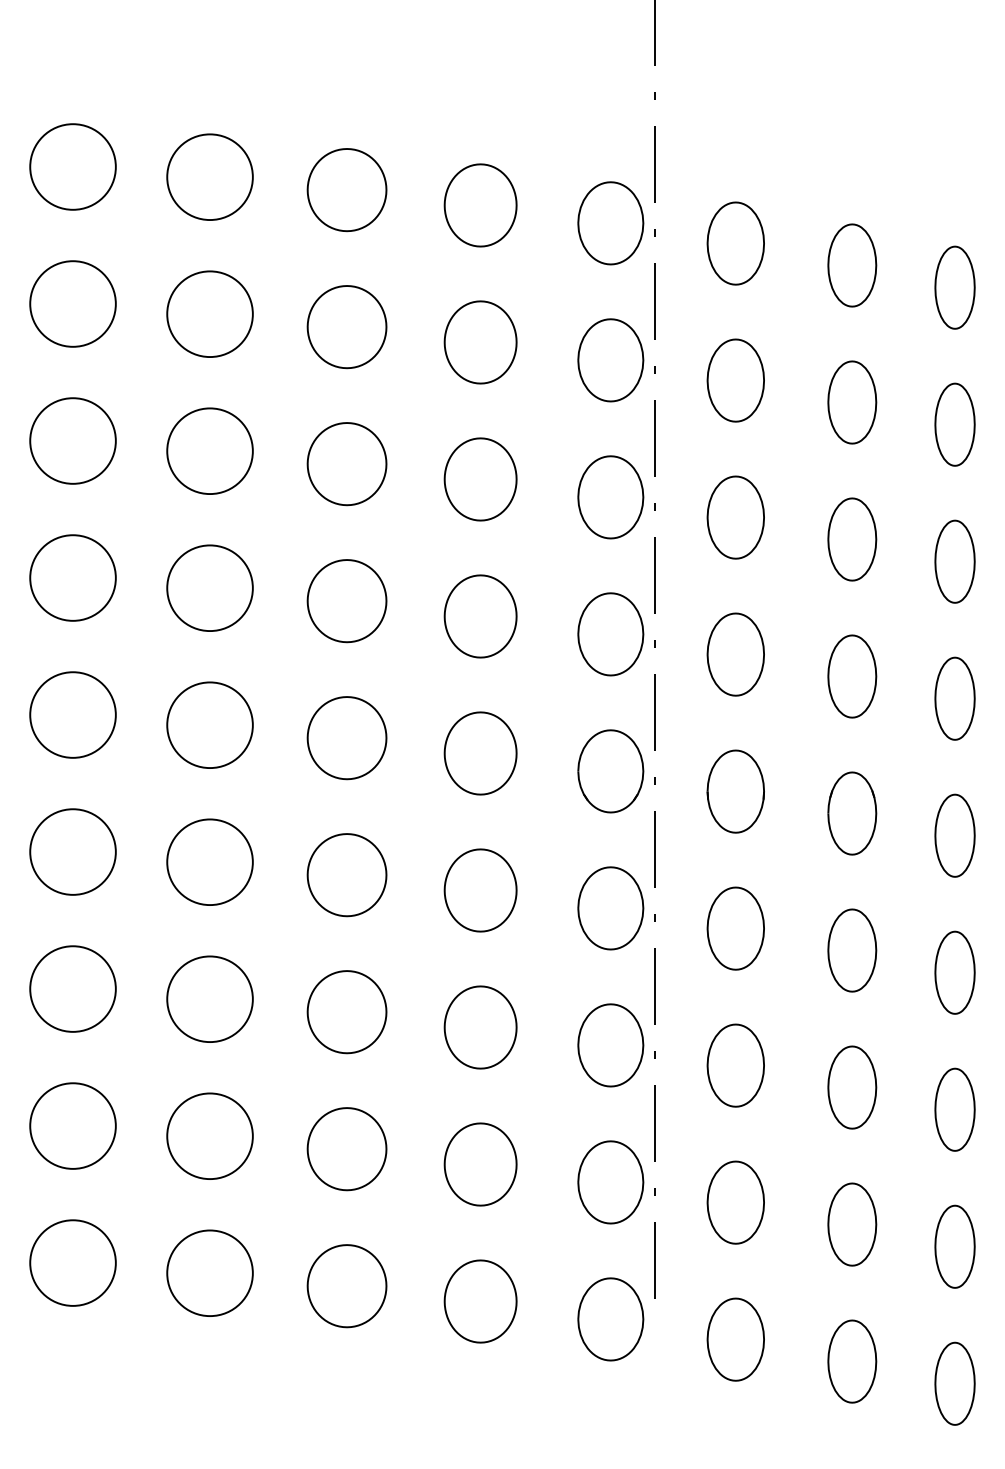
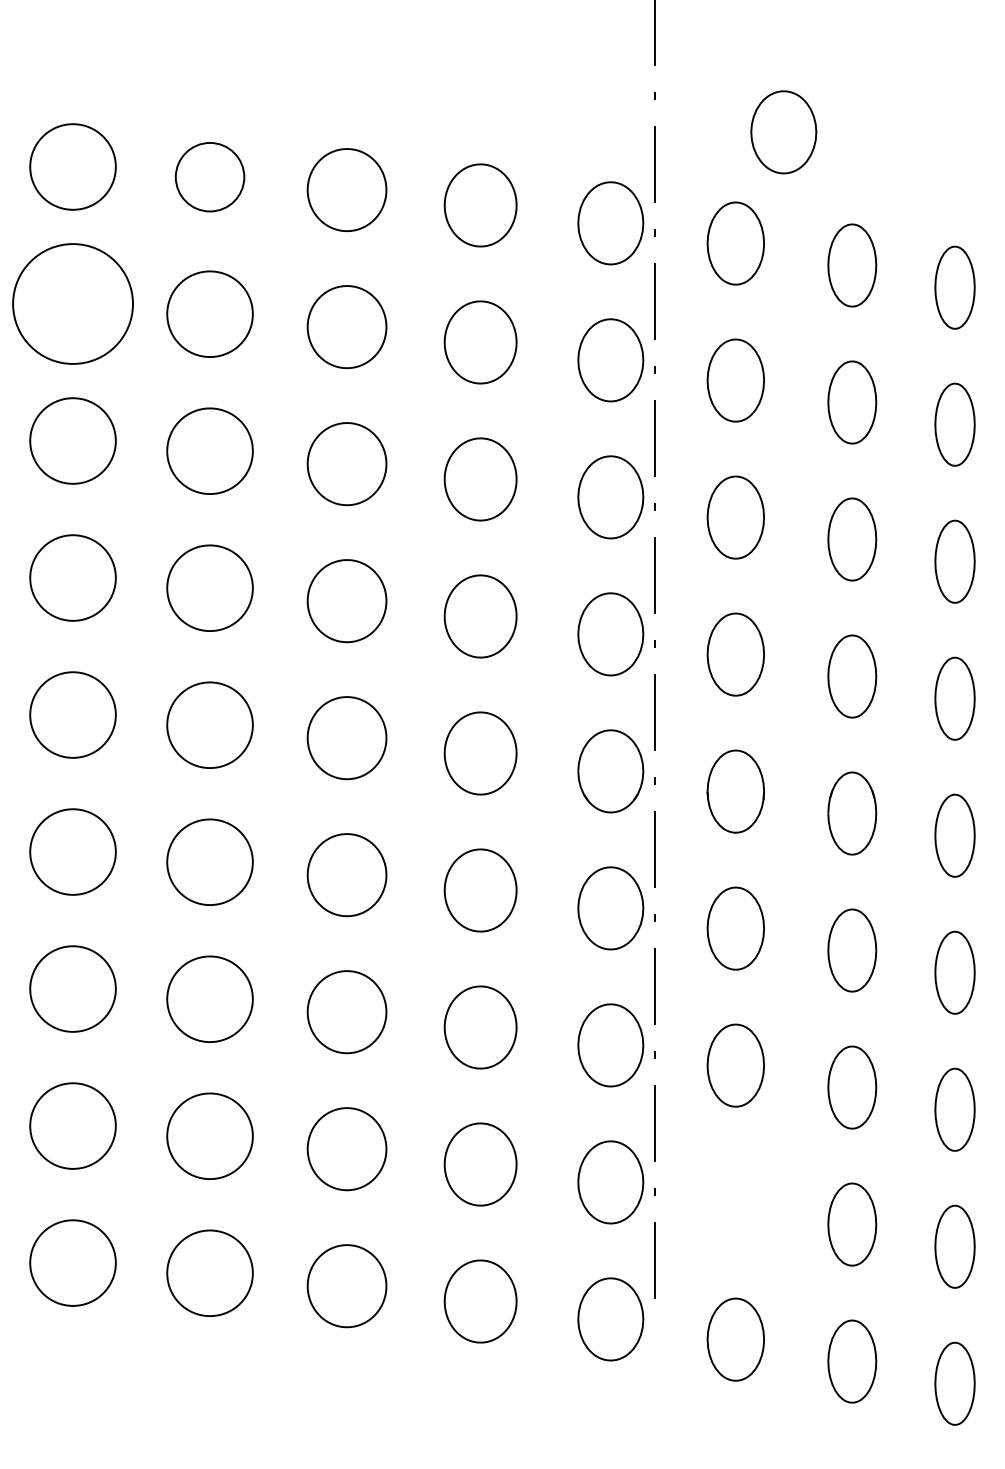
part at (783, 132): none -> present
circle at (209, 177) diameter: 86 px -> 69 px
circle at (72, 303) diameter: 86 px -> 120 px
part at (735, 1202): present -> none
